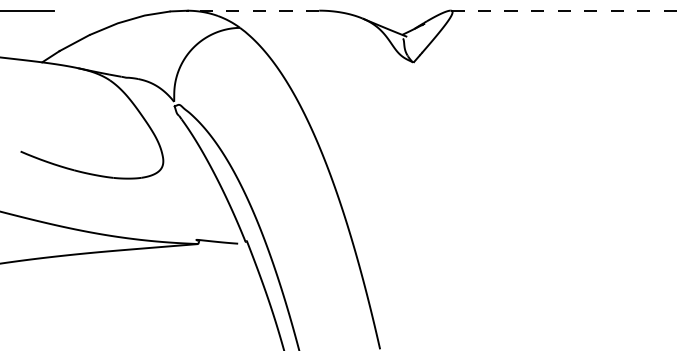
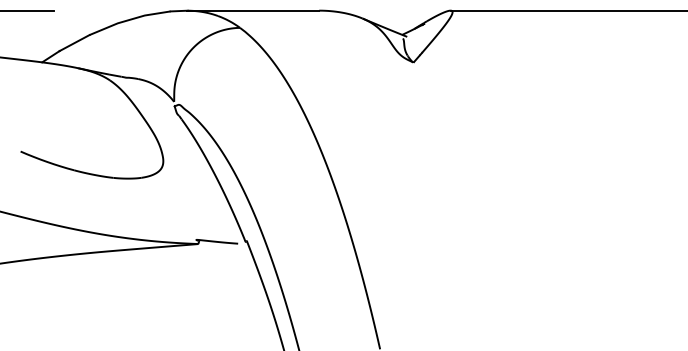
line at (252, 10): dashed -> solid
line at (568, 10): dashed -> solid
